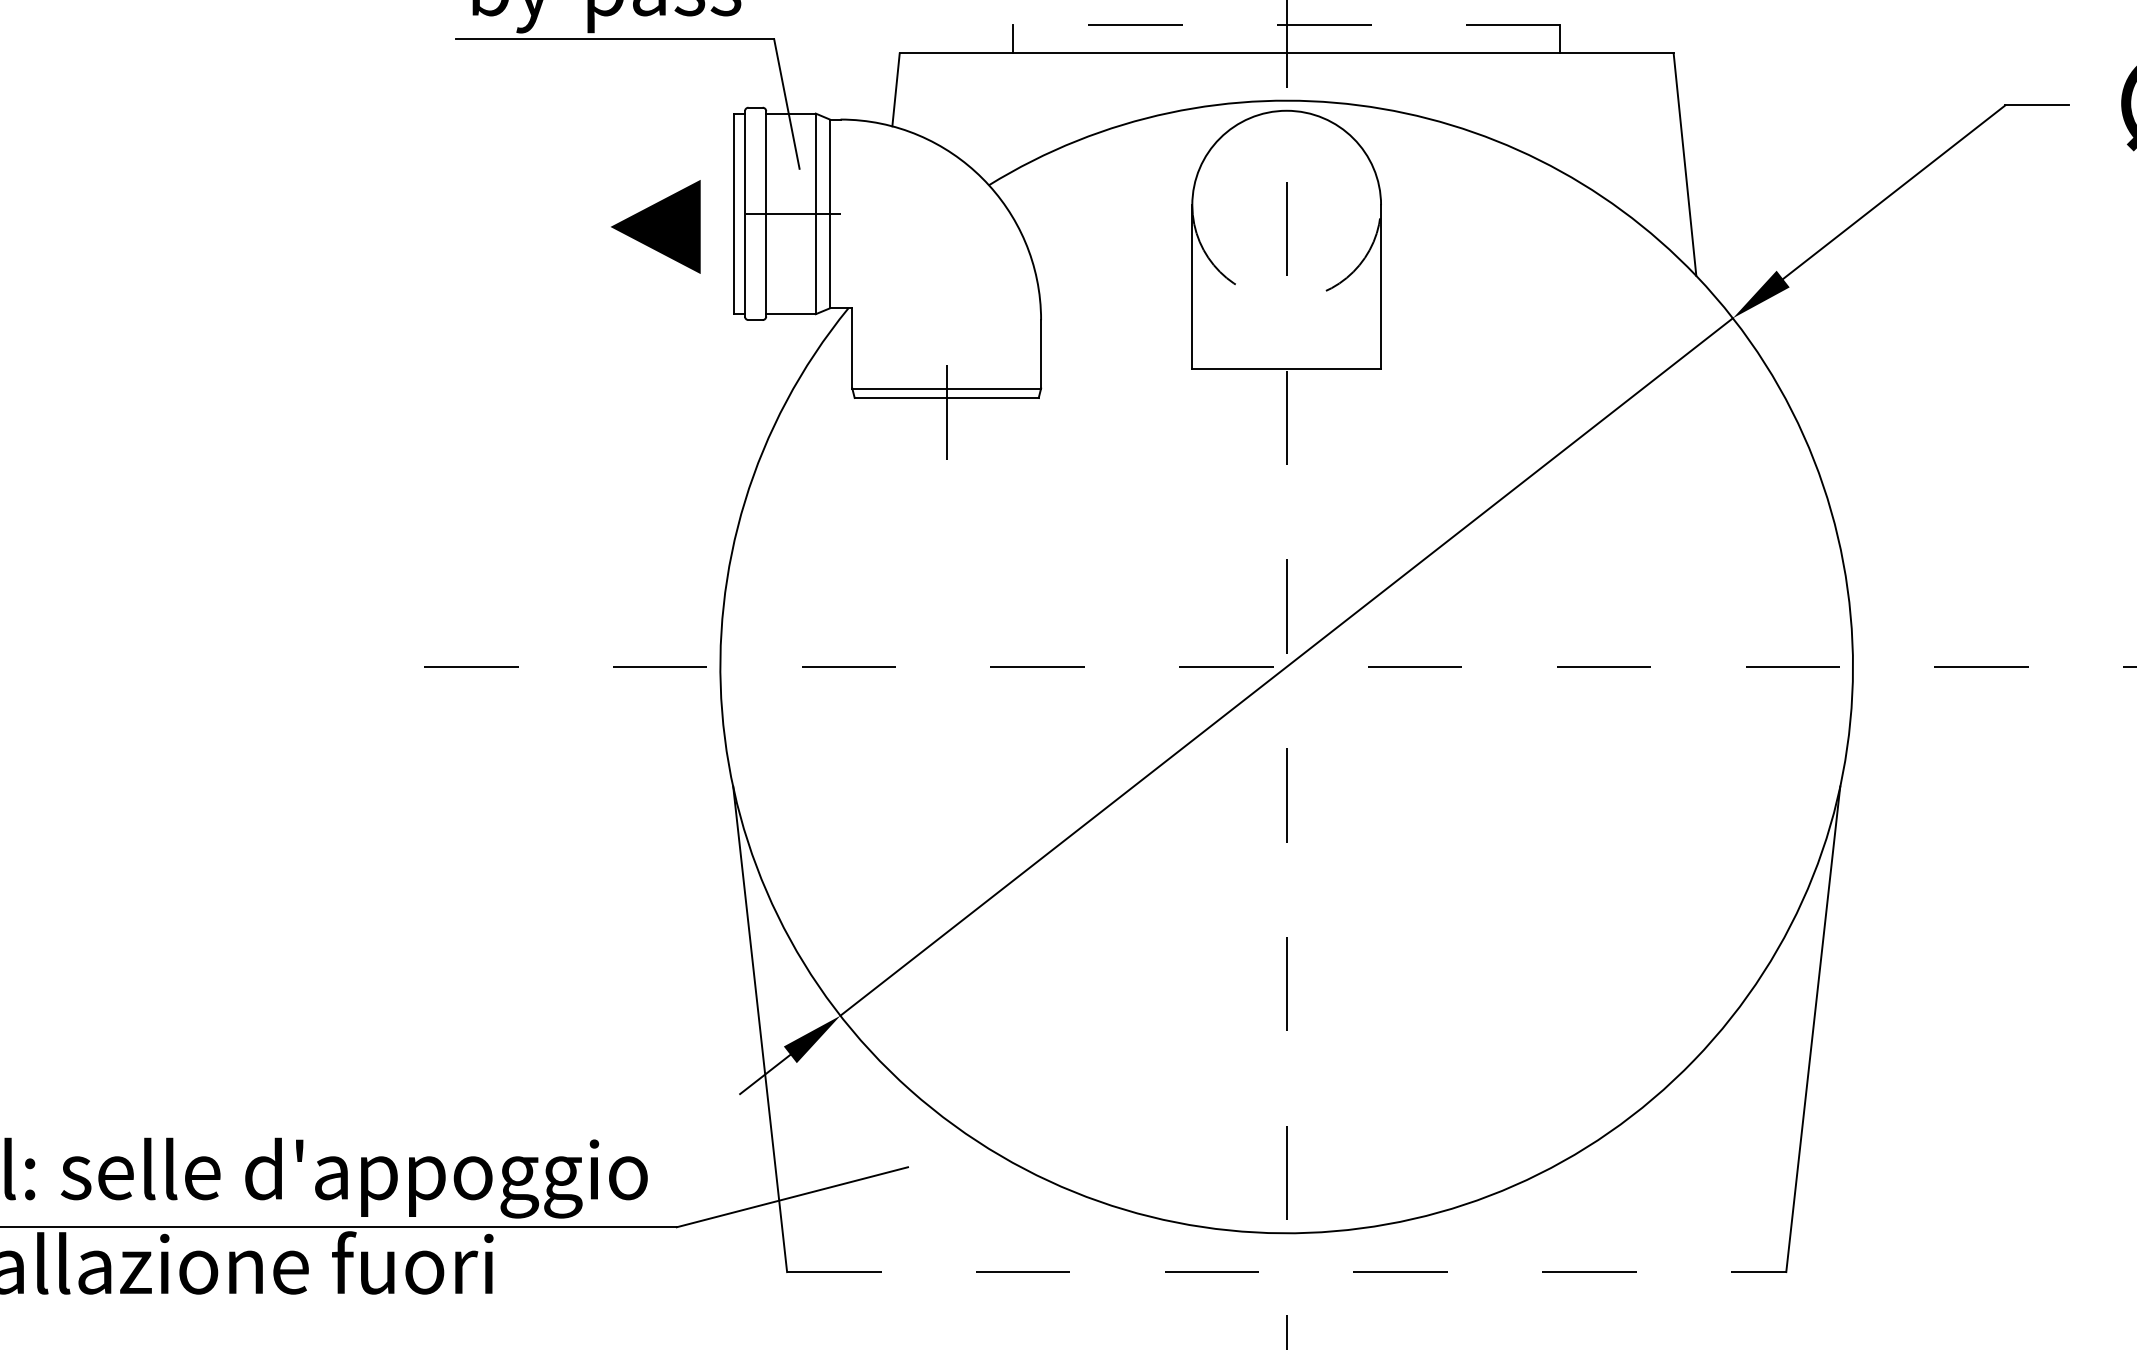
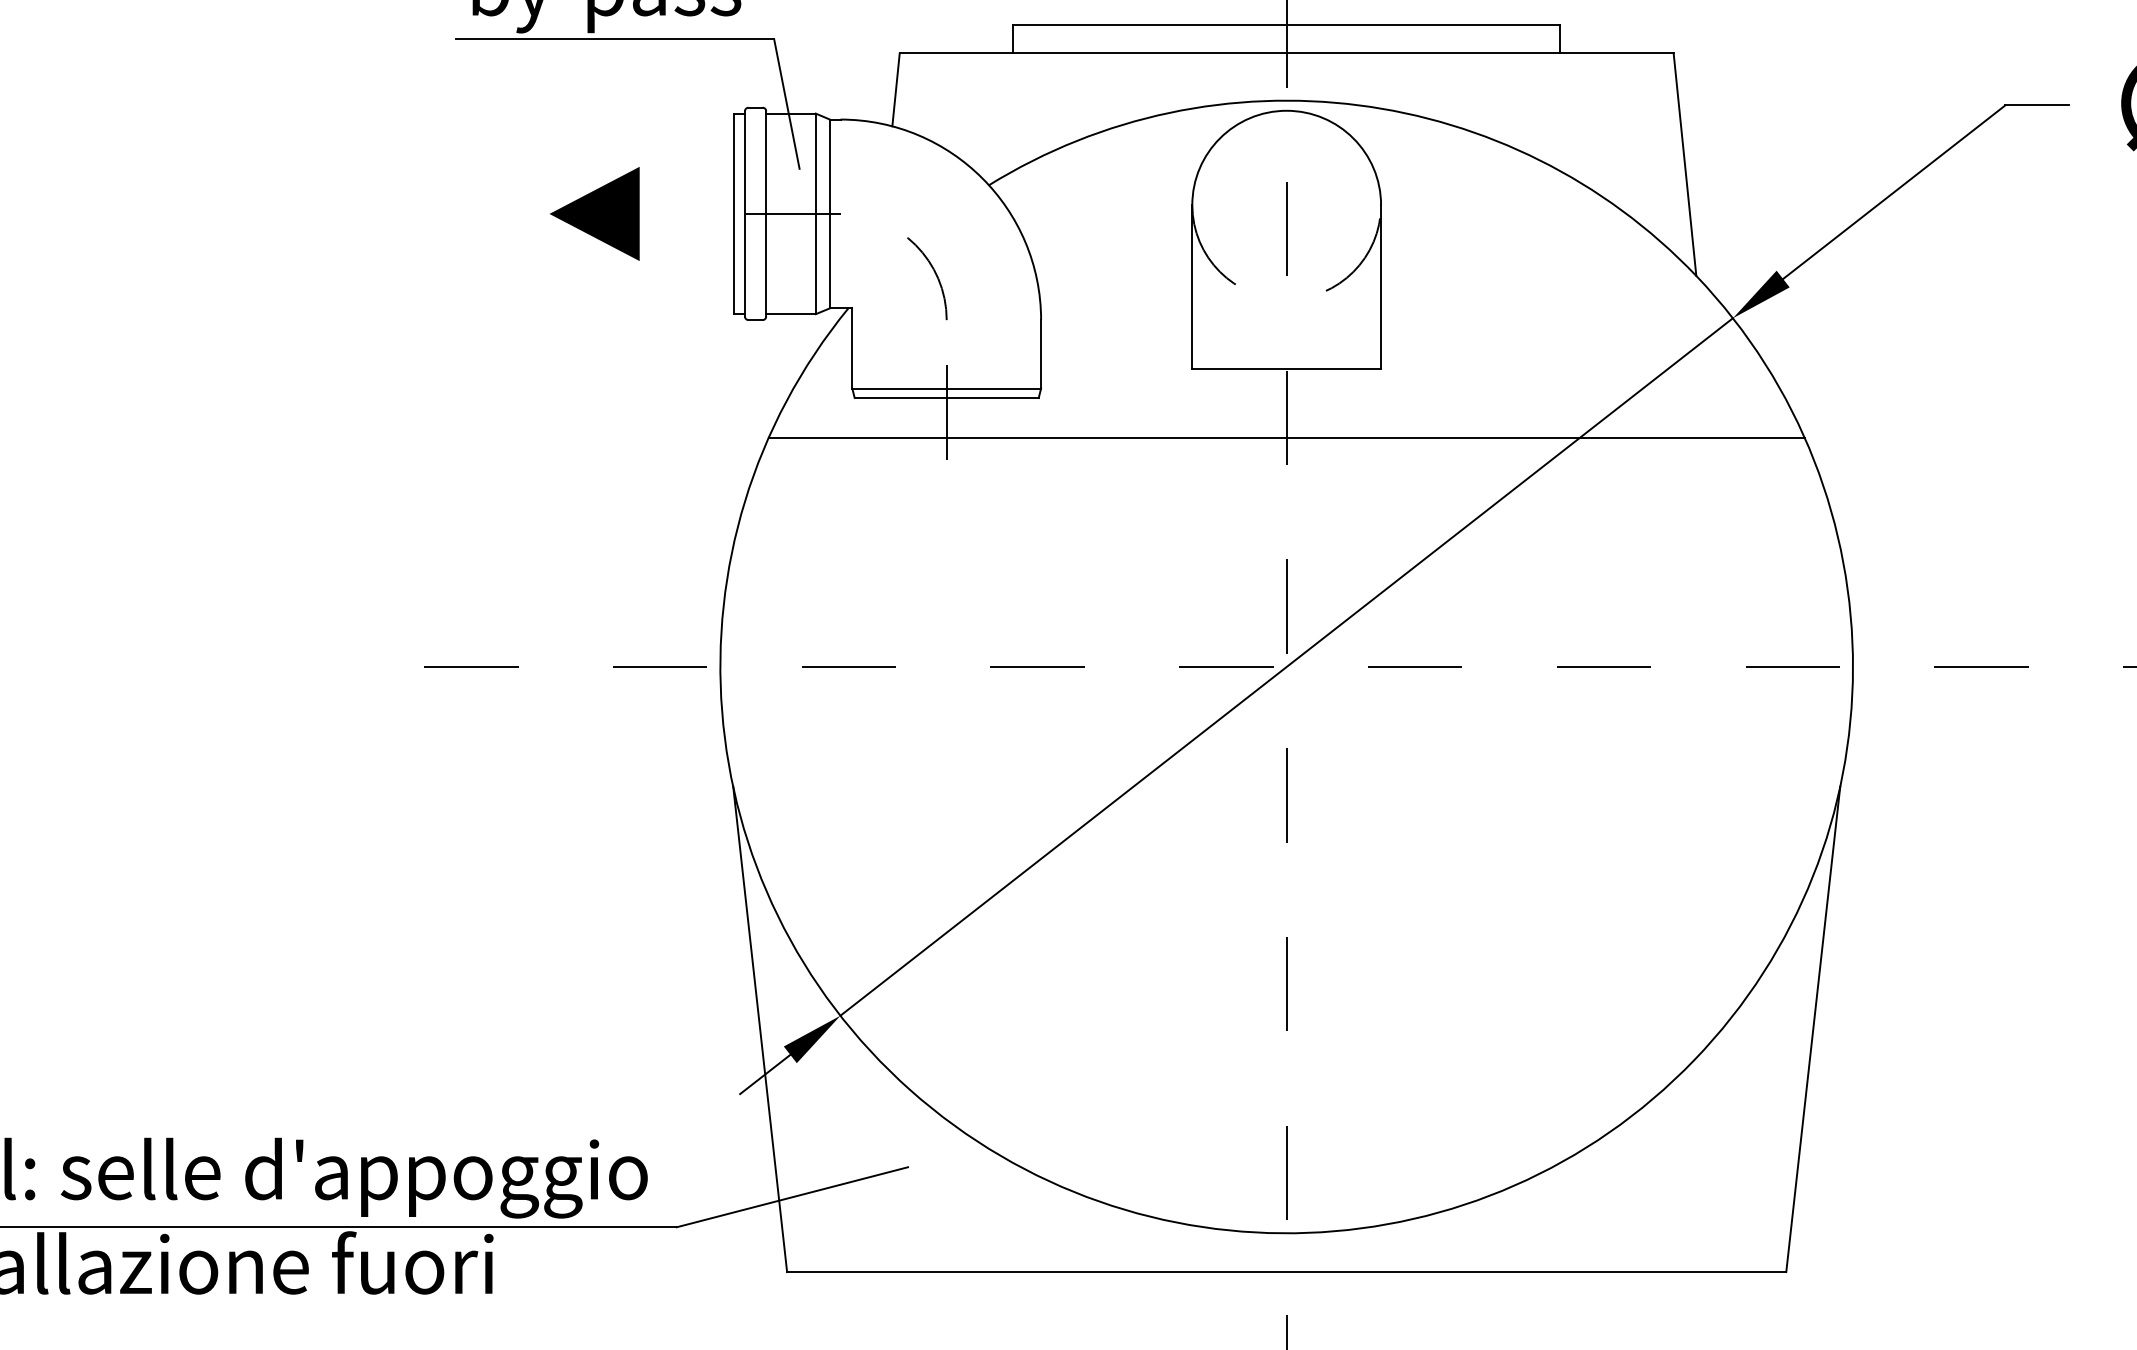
line at (1286, 25): dashed -> solid
line at (655, 226) position: (655, 226) -> (594, 213)
arc at (935, 275): none -> present
line at (1286, 437): none -> present
line at (1286, 1272): dashed -> solid
